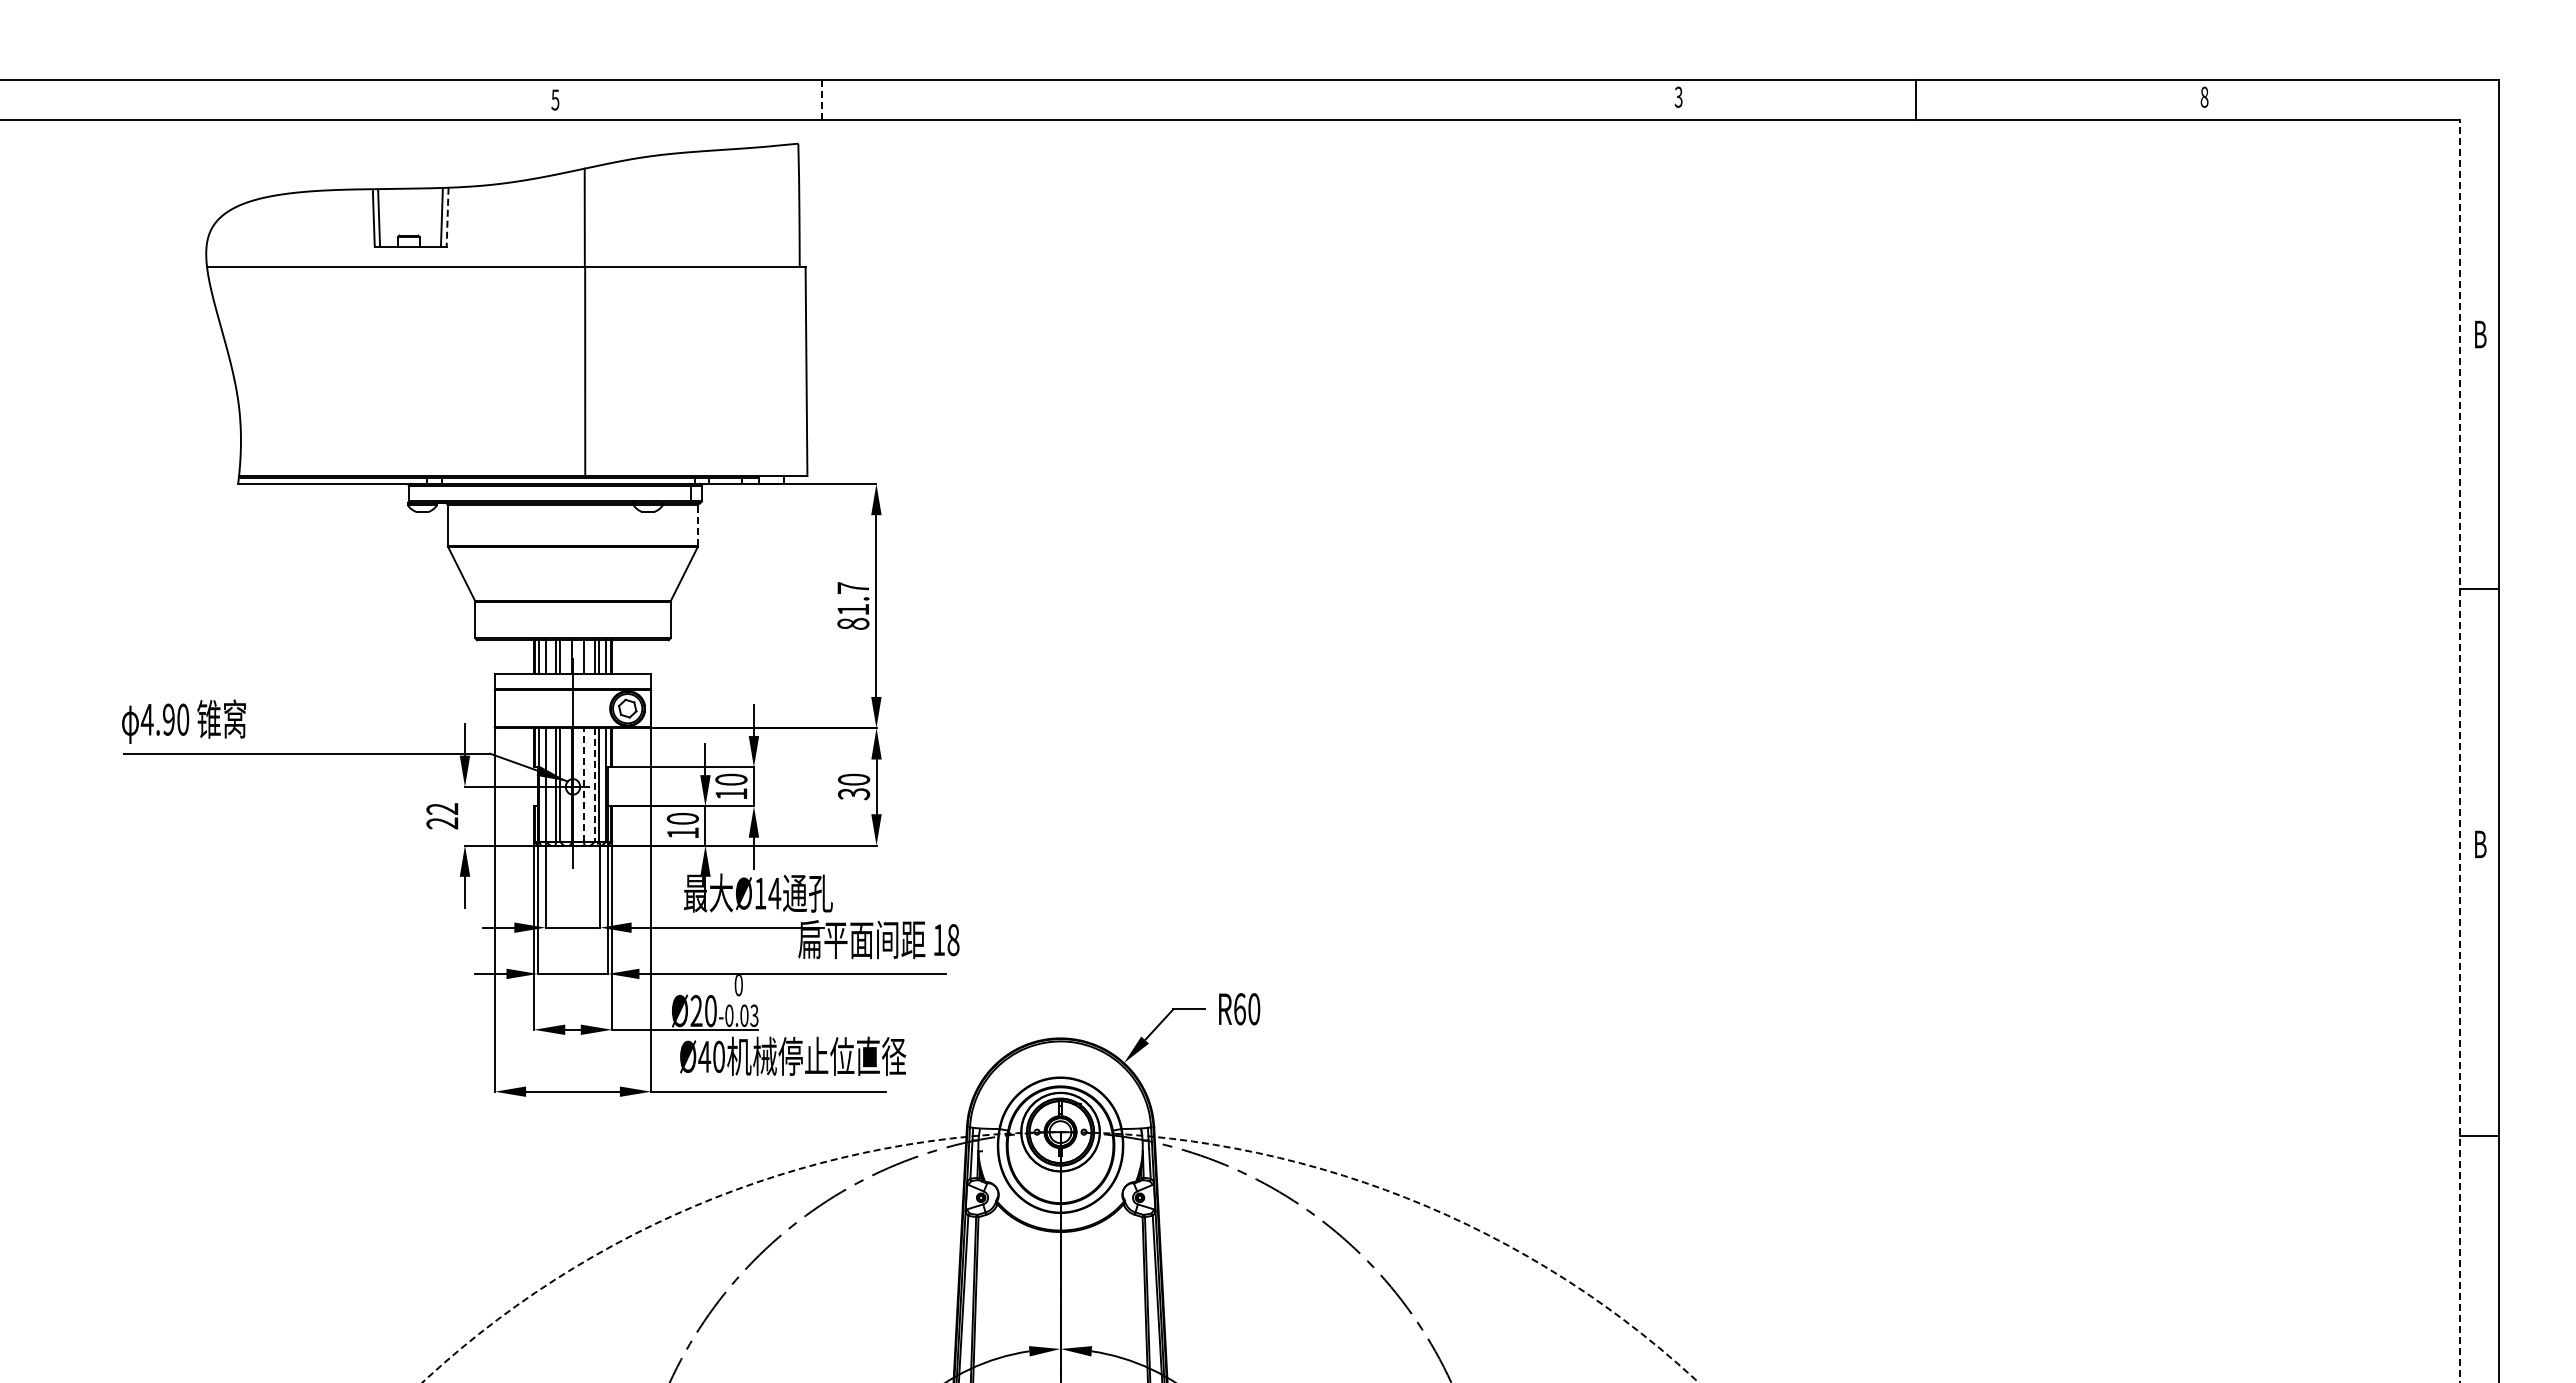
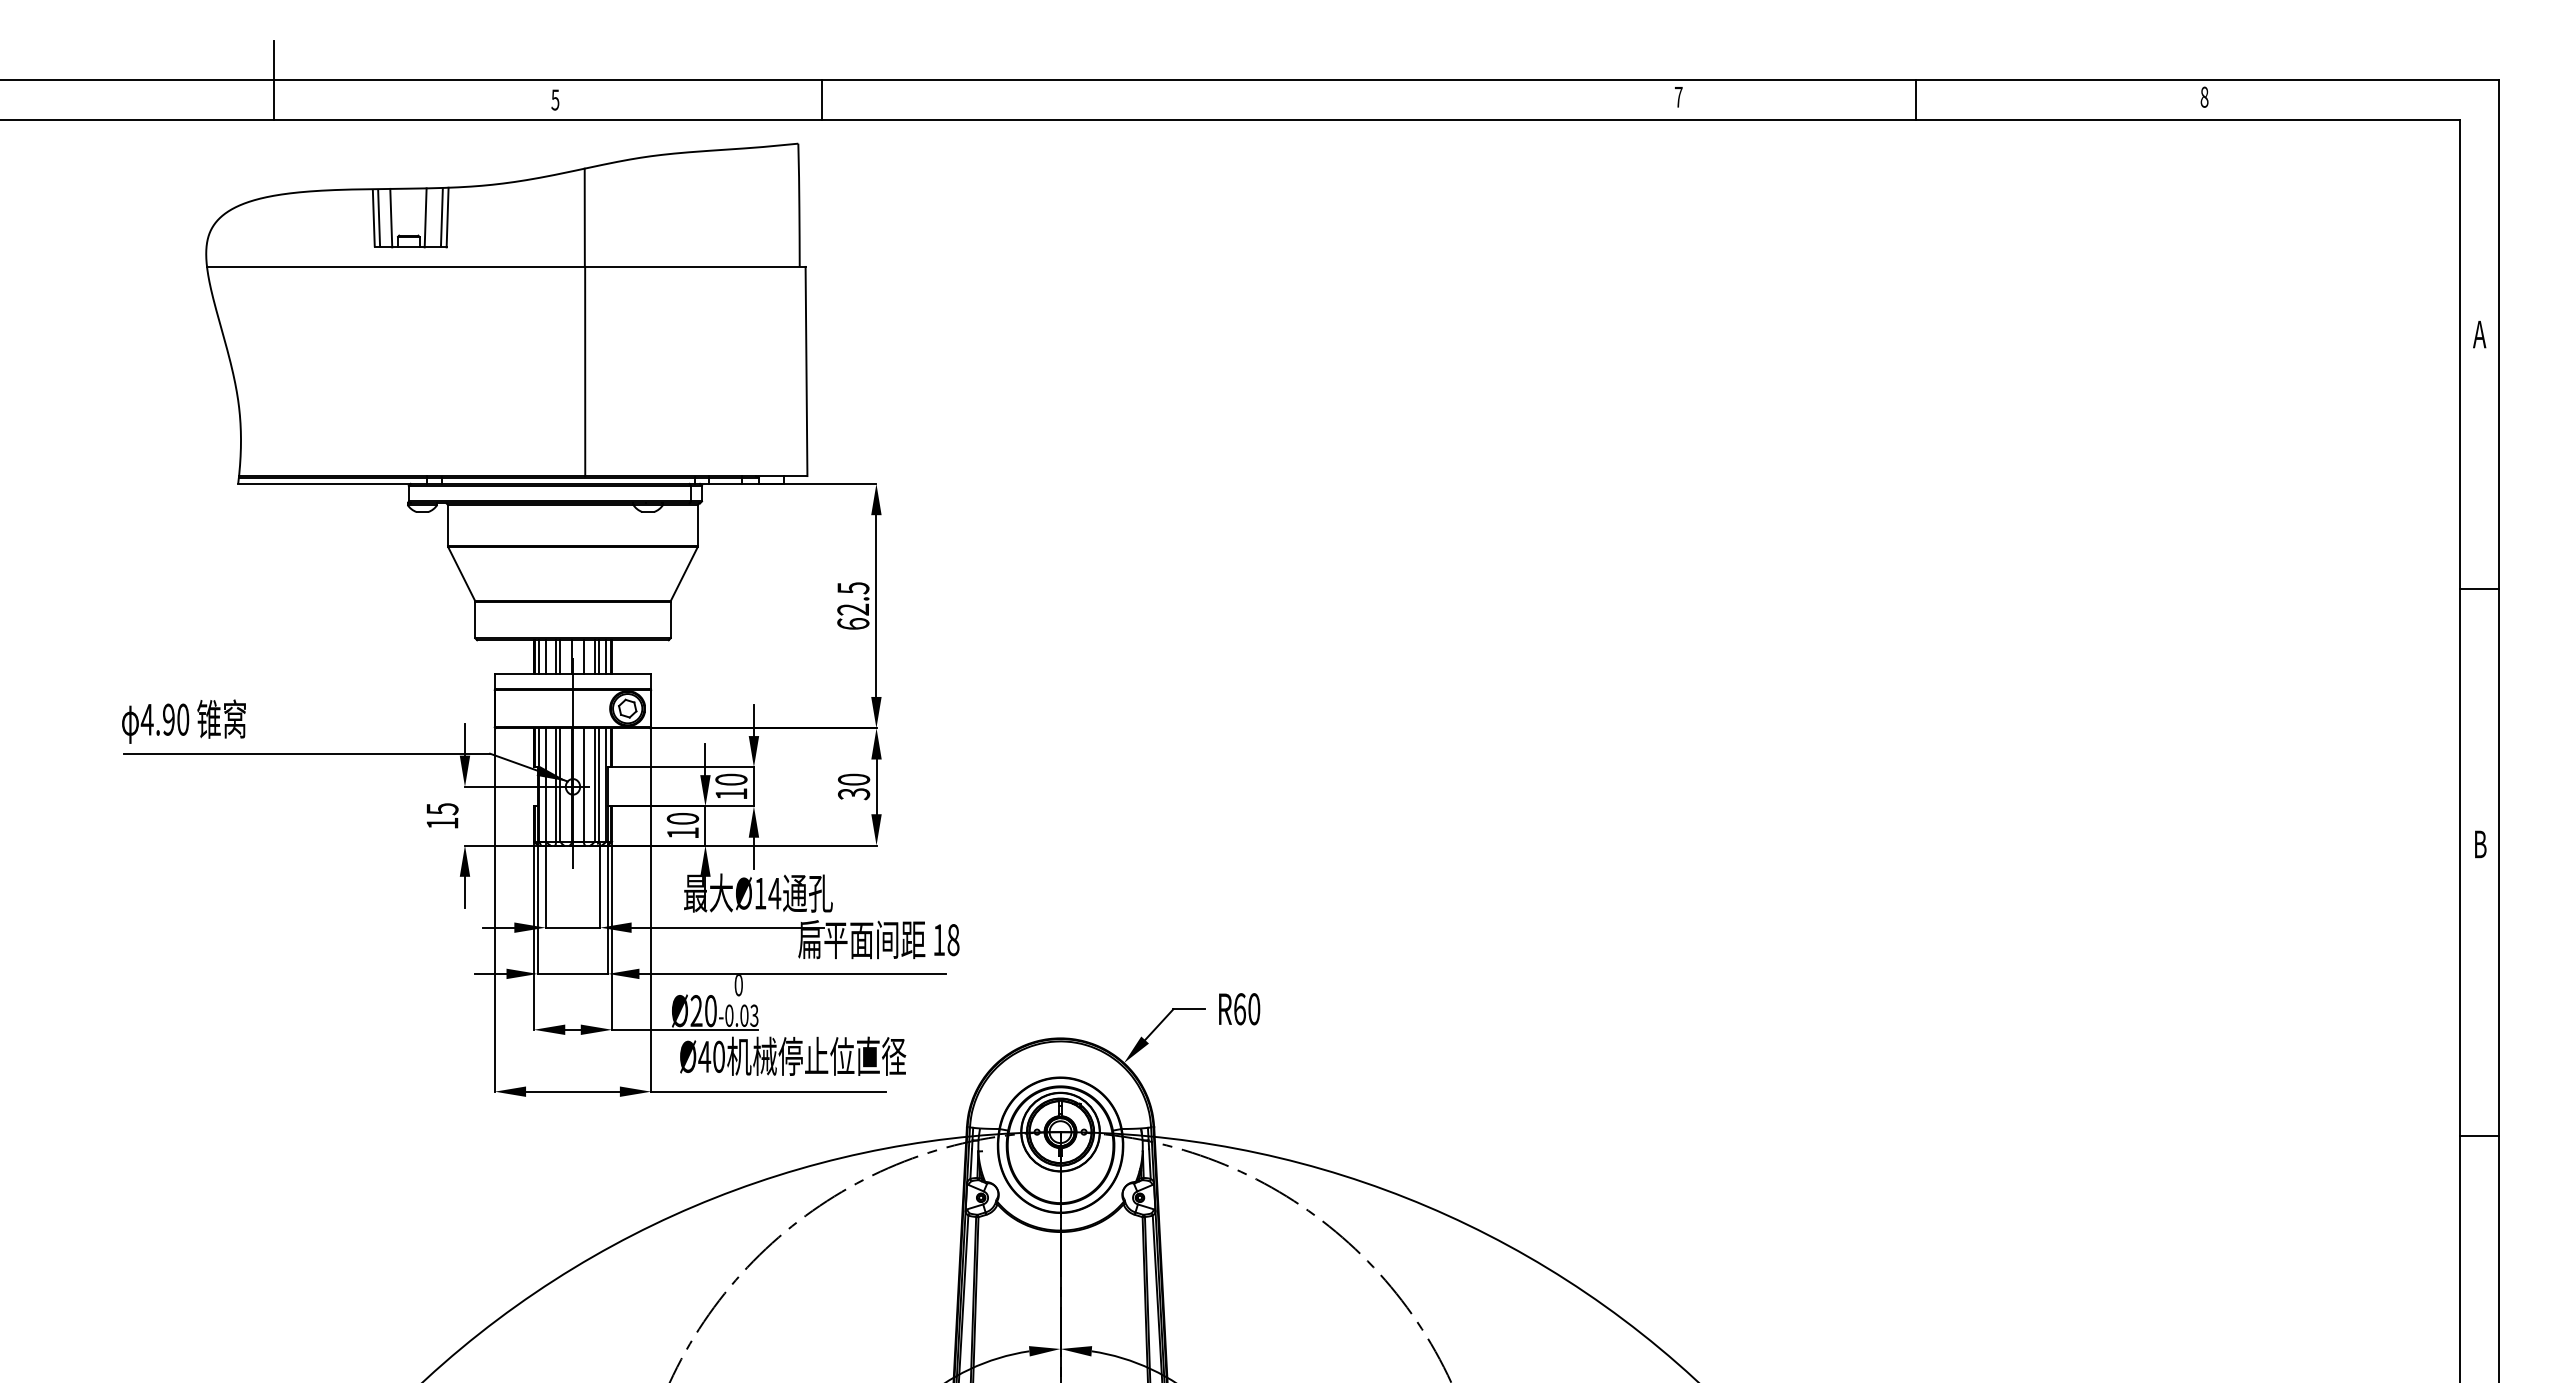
line at (274, 80): none -> present
text at (1678, 96): 3 -> 7
line at (821, 100): dashed -> solid
line at (391, 217): none -> present
line at (425, 217): none -> present
line at (447, 217): dashed -> solid
text at (2479, 334): B -> A
line at (698, 524): dashed -> solid
text at (853, 605): 81.7 -> 62.5
line at (2459, 750): dashed -> solid
line at (583, 784): dashed -> solid
line at (594, 784): dashed -> solid
text at (442, 816): 22 -> 15
arc at (1060, 1132): dashed -> solid
